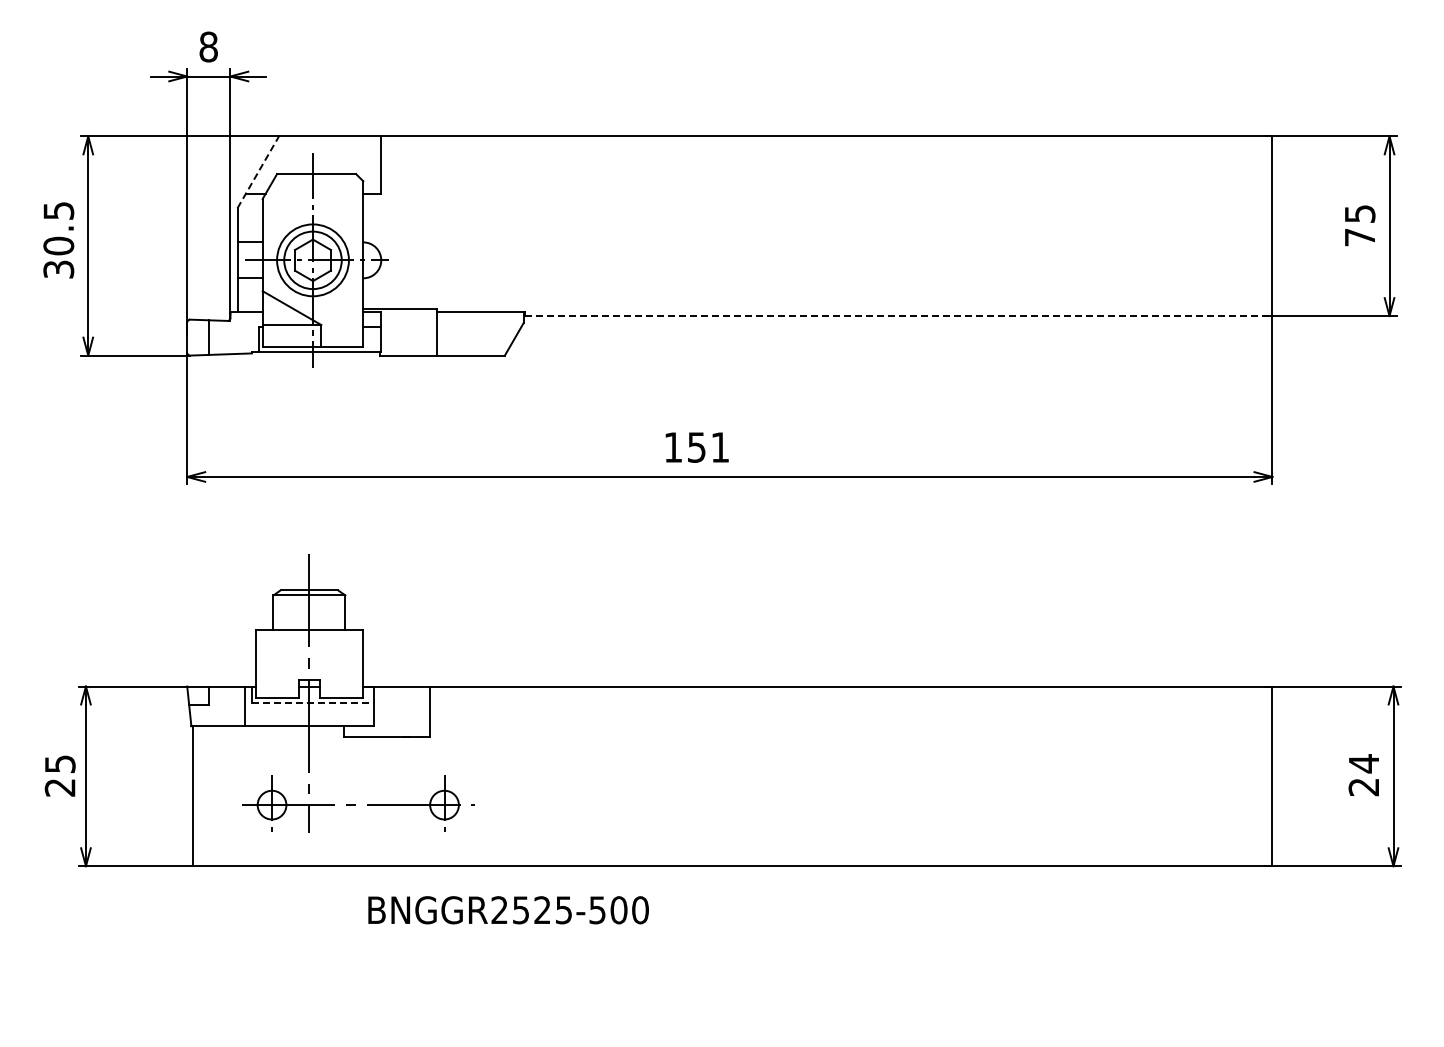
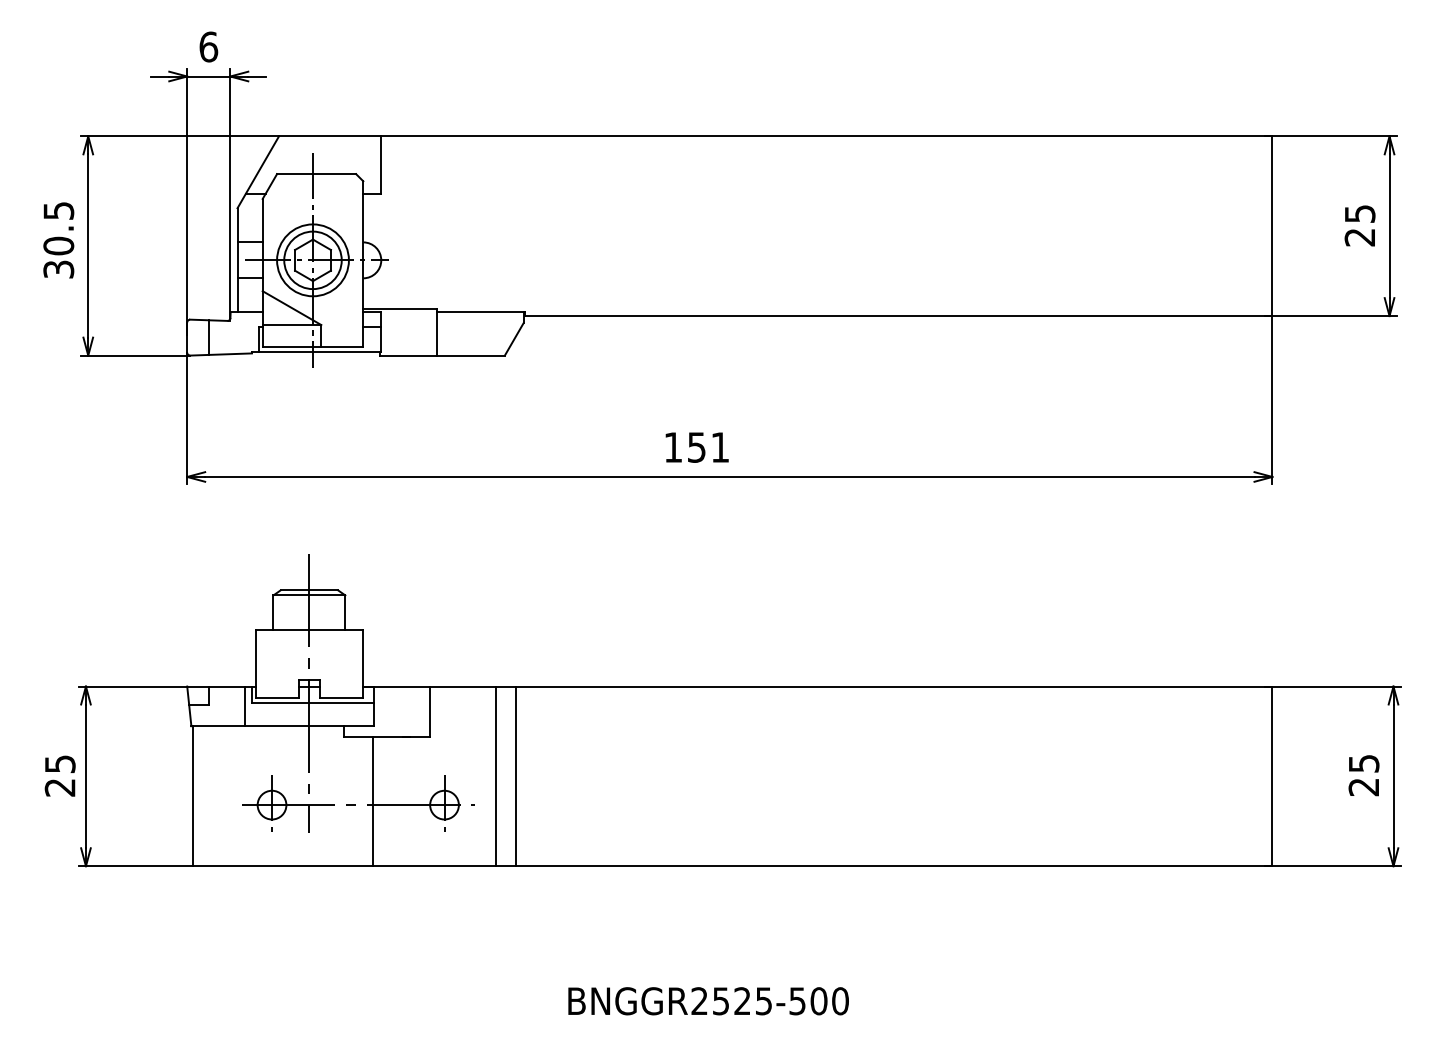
text at (208, 46): 8 -> 6
line at (258, 171): dashed -> solid
text at (1359, 237): 75 -> 25
line at (898, 316): dashed -> solid
line at (313, 703): dashed -> solid
text at (1364, 763): 24 -> 25
line at (495, 776): none -> present
line at (516, 776): none -> present
line at (372, 801): none -> present
text at (508, 910) position: (508, 910) -> (708, 1001)
